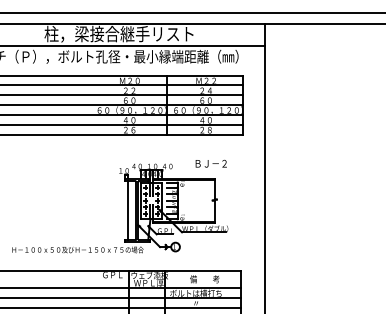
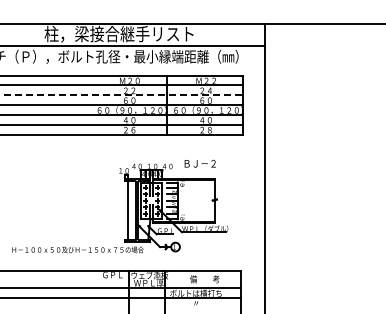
line at (192, 13): present -> none
line at (122, 95): solid -> dashed
text at (210, 163) position: (210, 163) -> (199, 163)
line at (121, 307): present -> none
